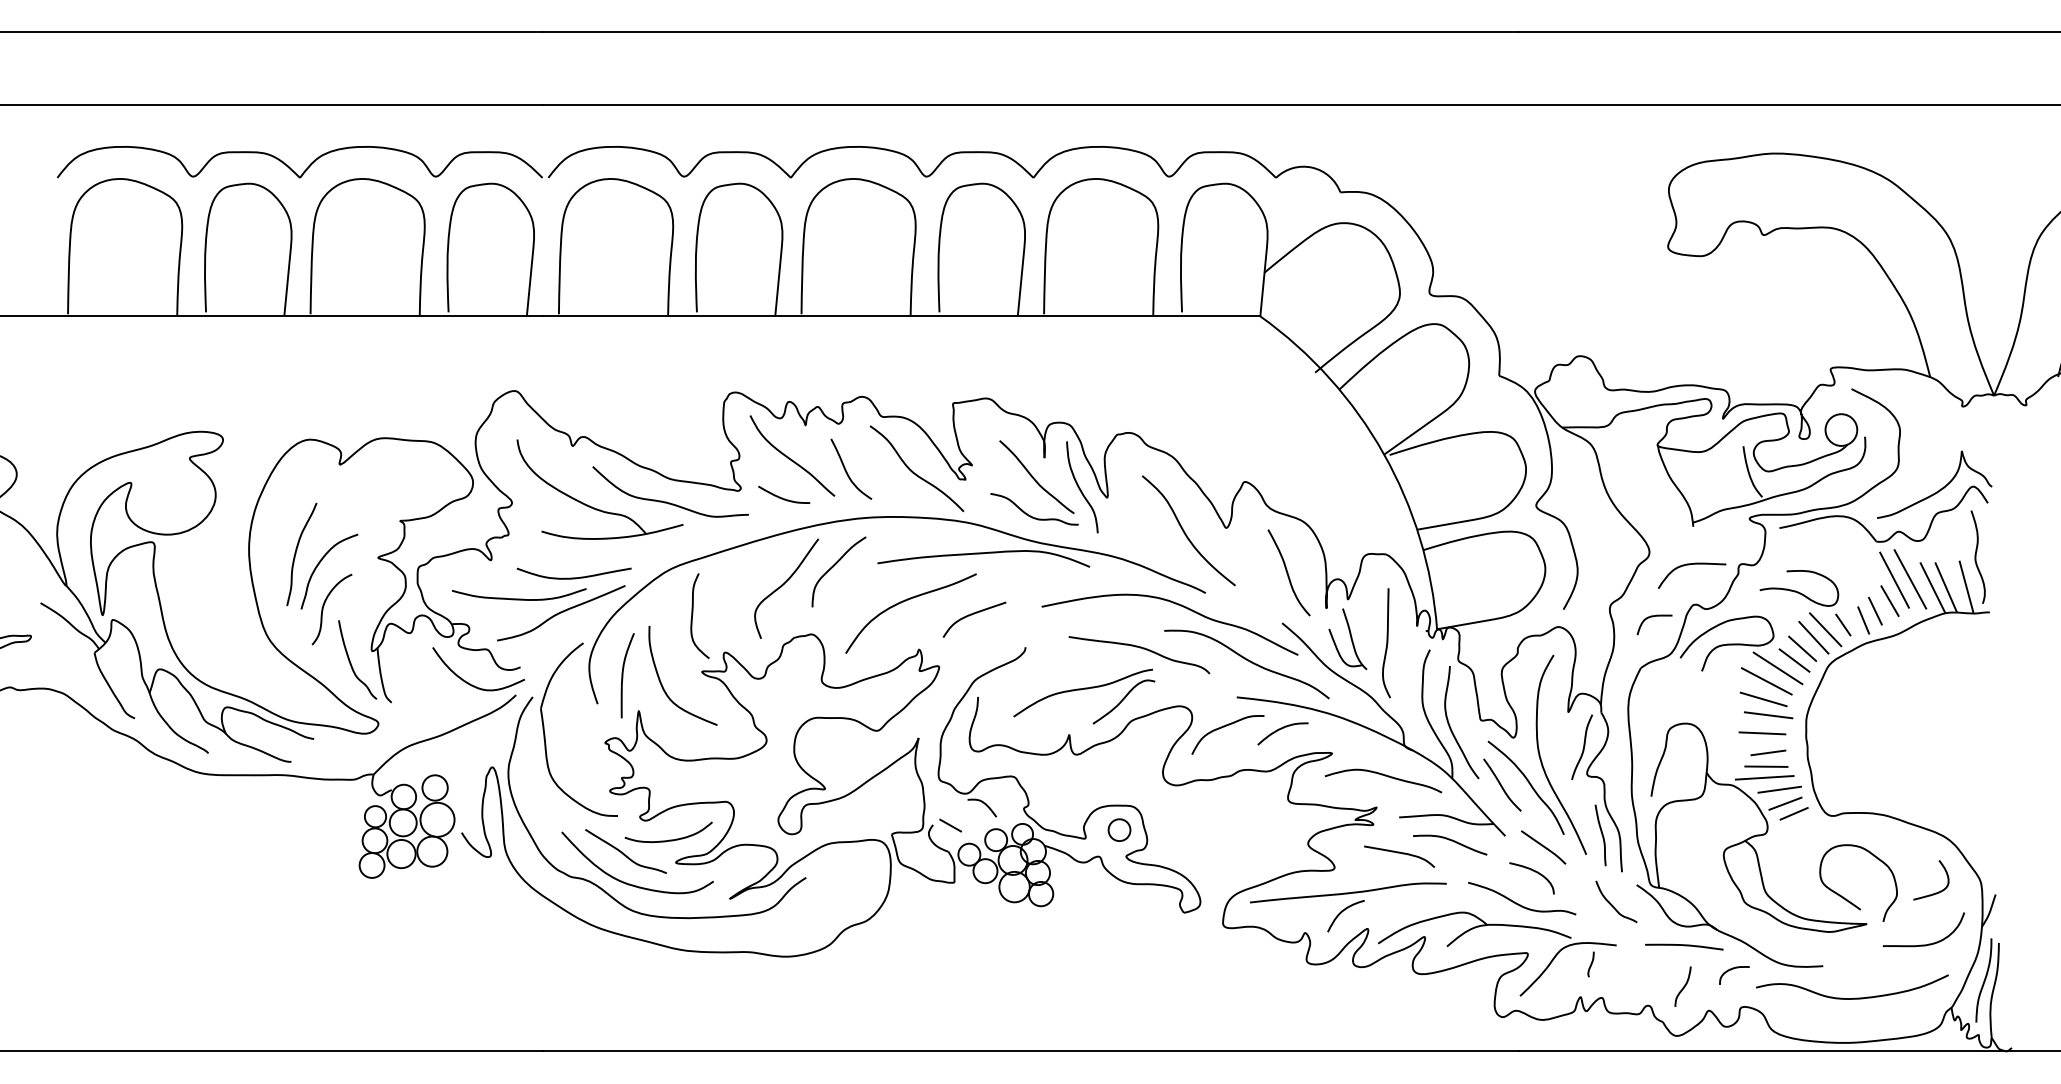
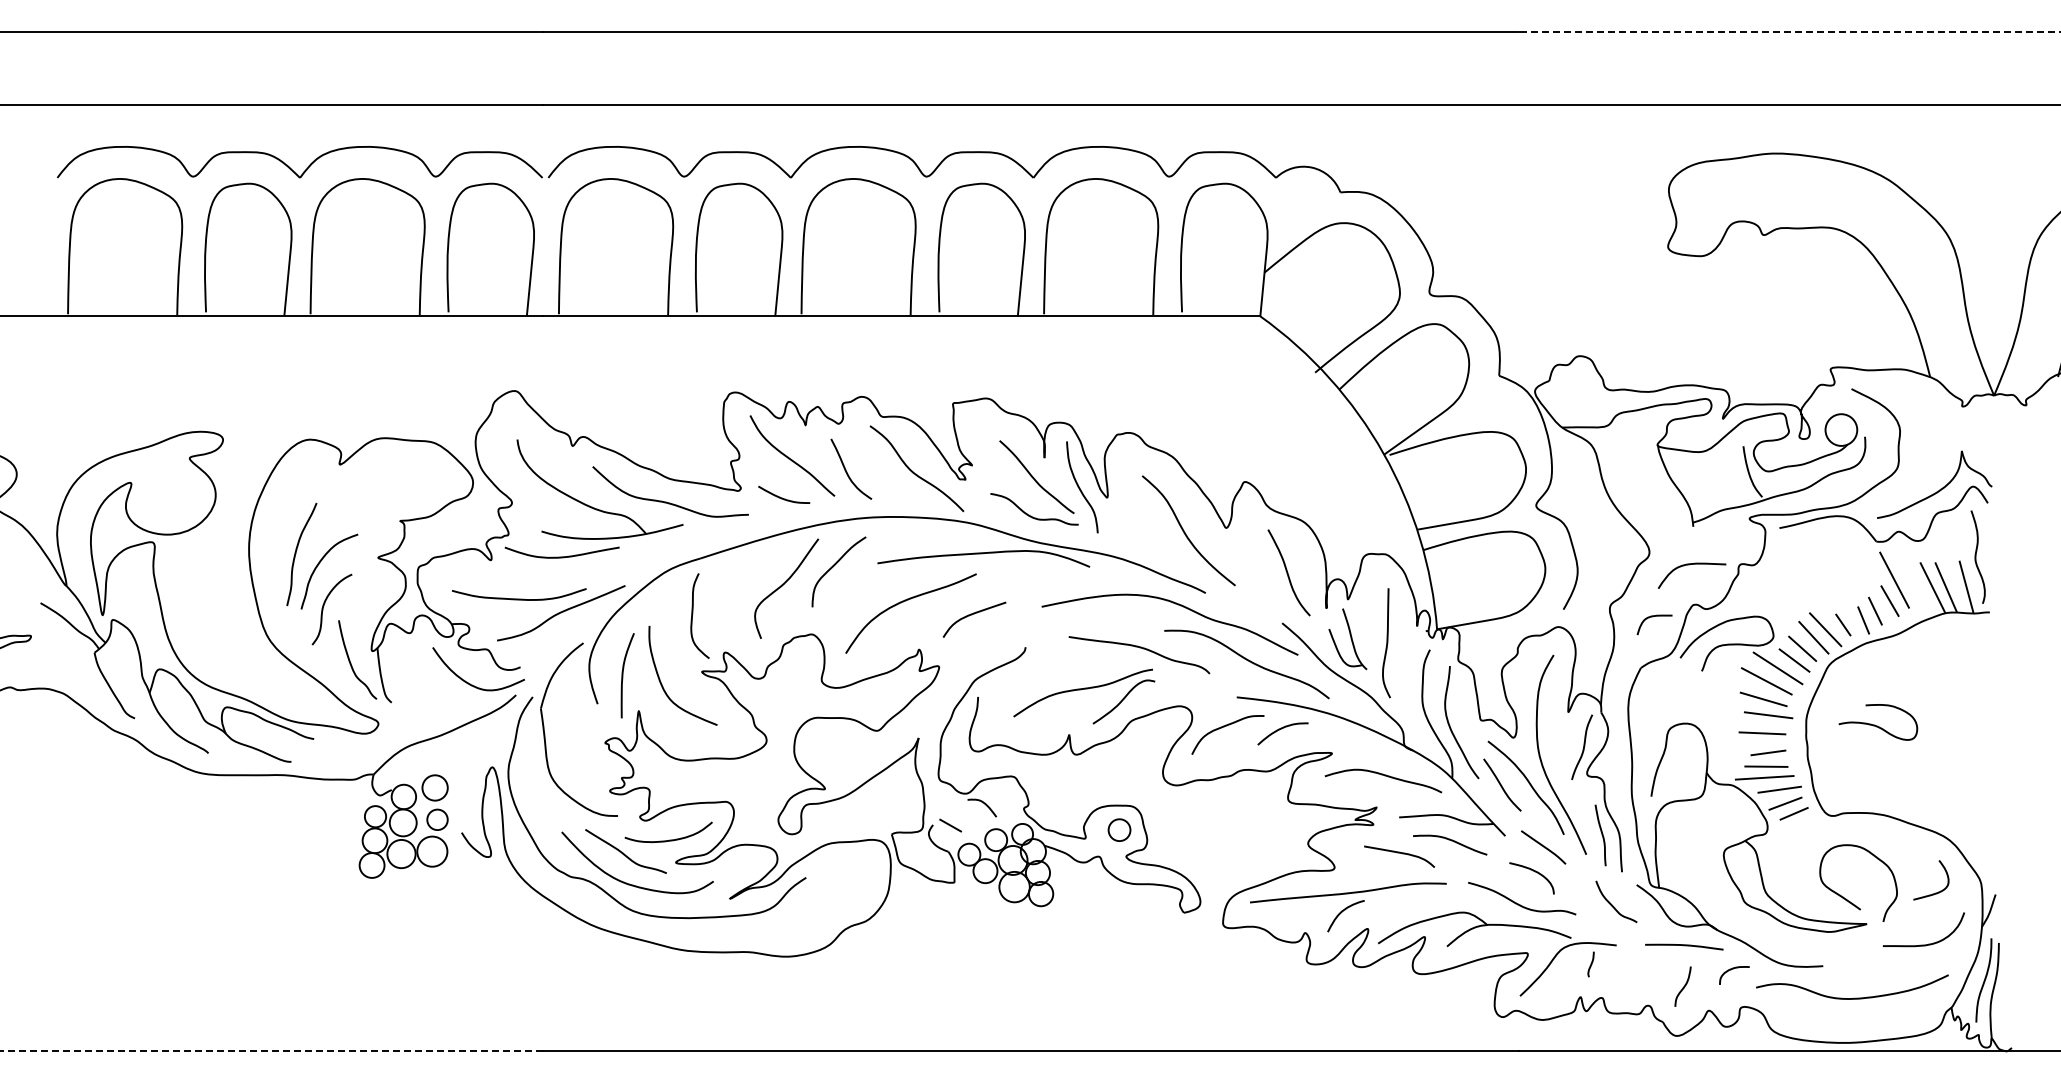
line at (1789, 32): solid -> dashed
curve at (573, 577) position: (573, 577) -> (561, 556)
line at (1910, 579): present -> none
curve at (1798, 591) position: (1798, 591) -> (1877, 725)
circle at (437, 819) diameter: 34 px -> 20 px
line at (270, 1051): solid -> dashed
